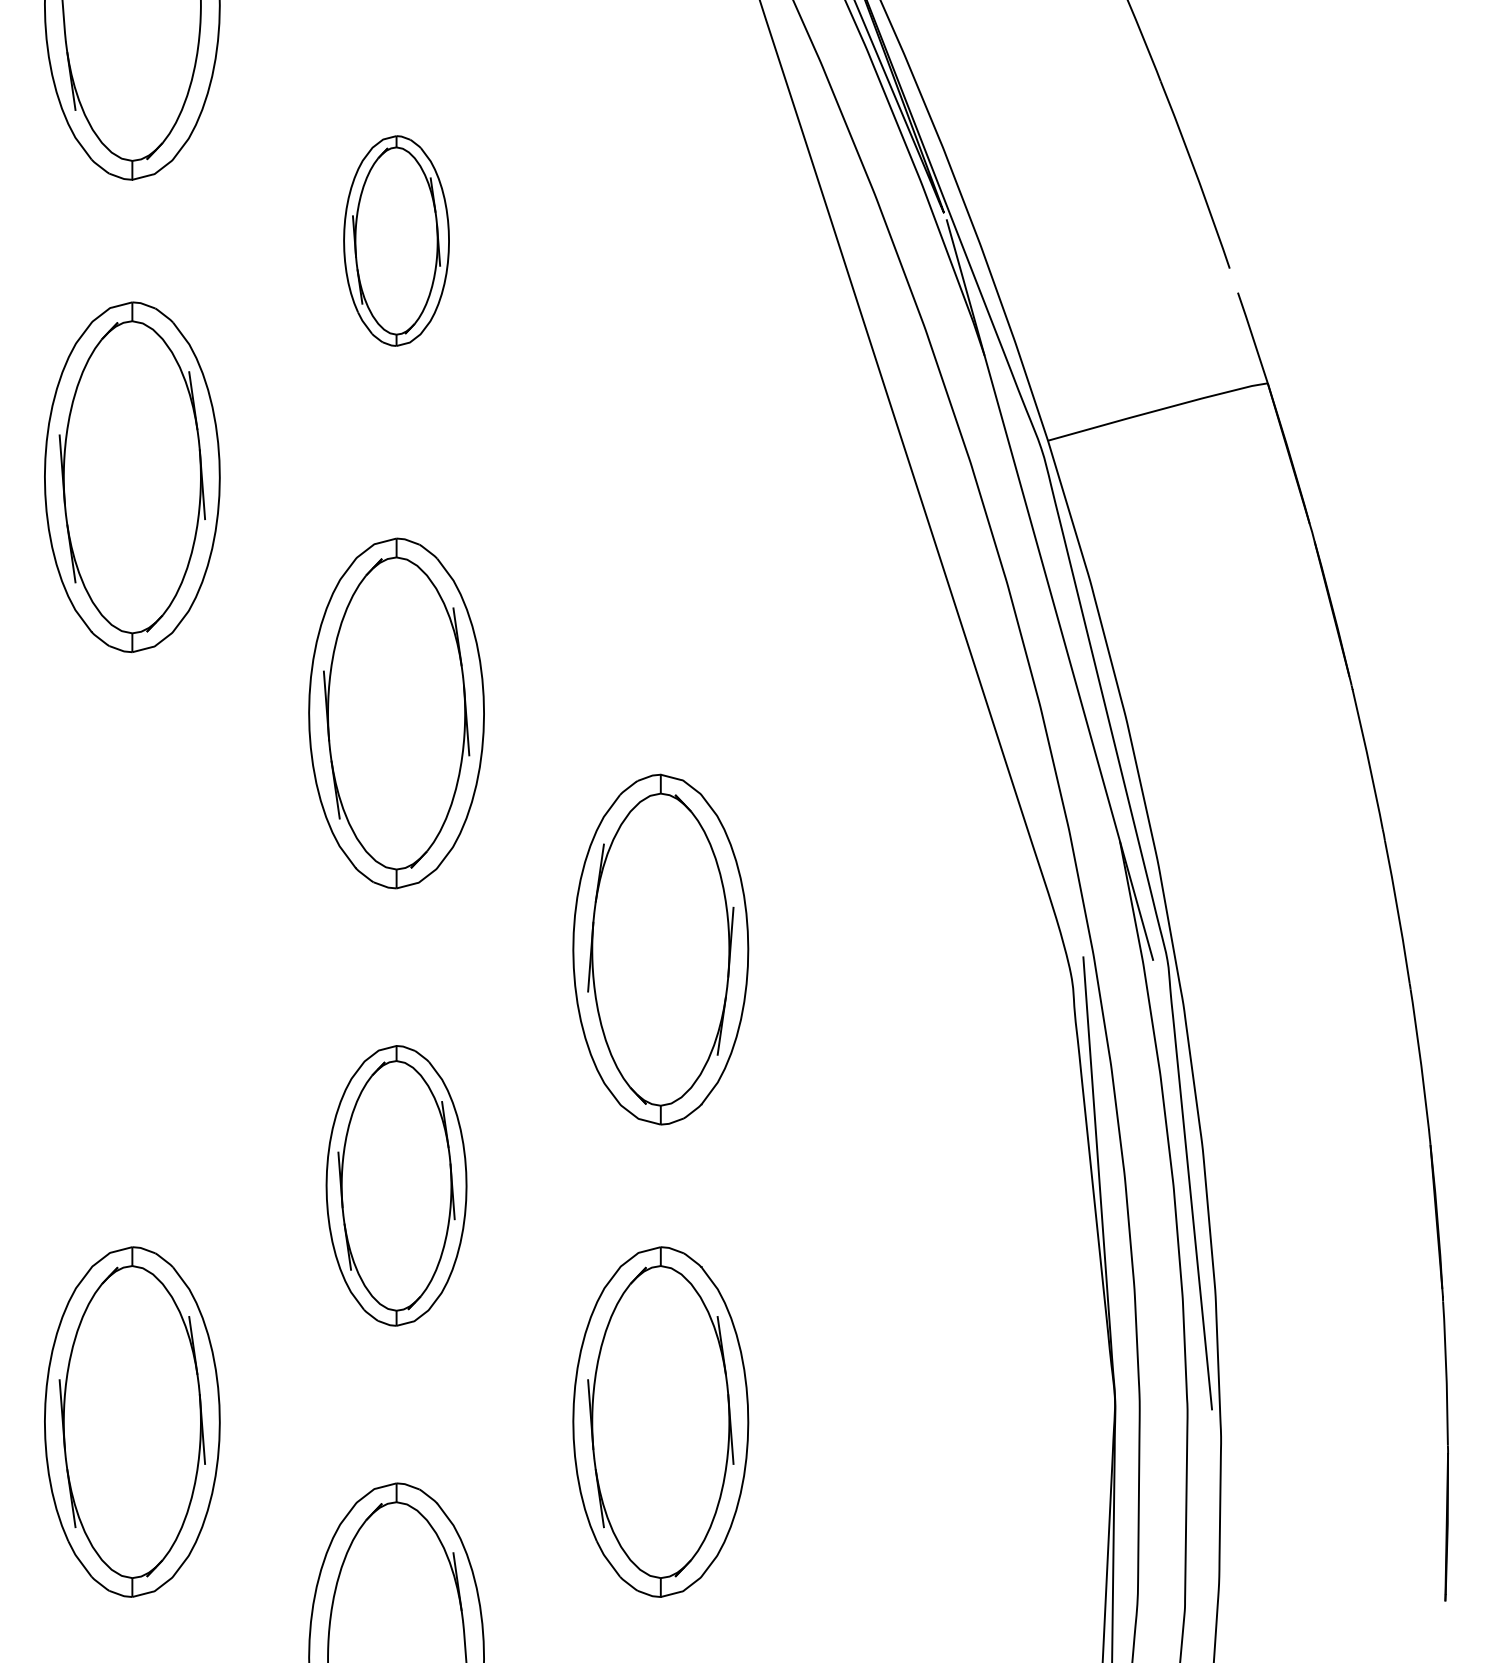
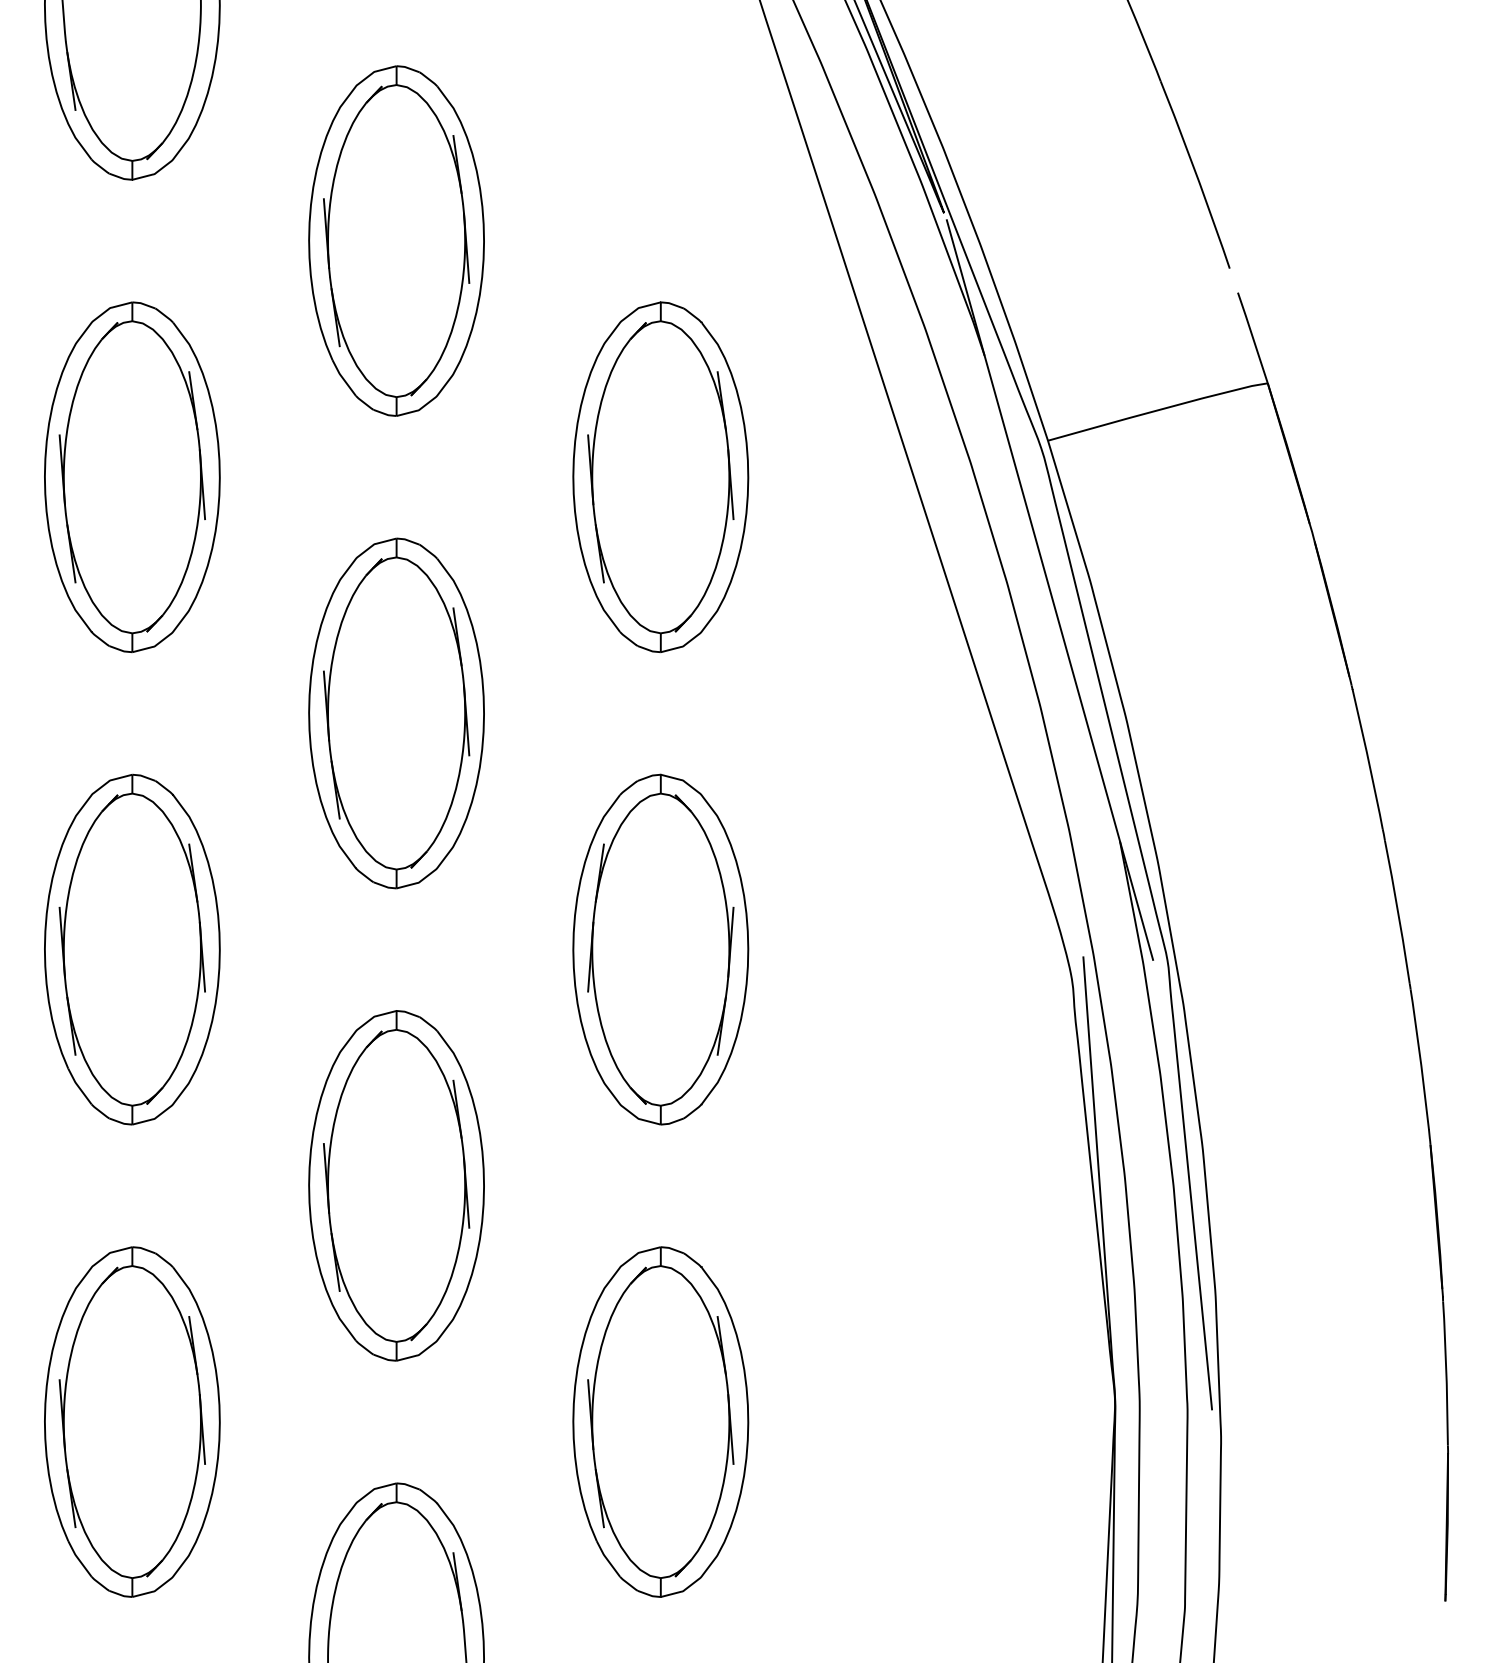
part at (396, 240) size: 107x212 px -> 177x352 px
part at (660, 477): none -> present
part at (132, 949): none -> present
part at (396, 1185) size: 143x282 px -> 177x352 px
